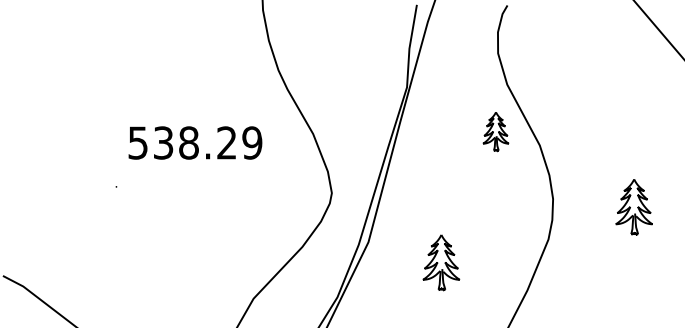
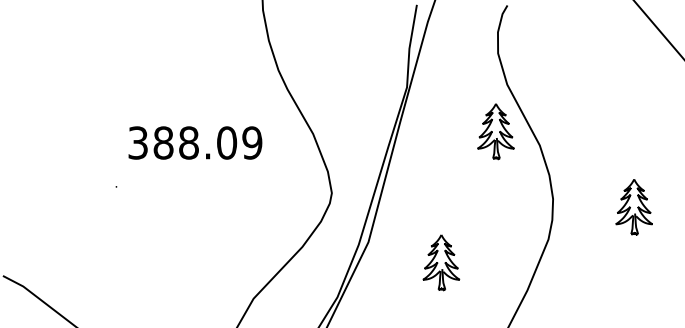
part at (495, 132) size: 28x41 px -> 38x58 px
text at (183, 142): 538.29 -> 388.09
